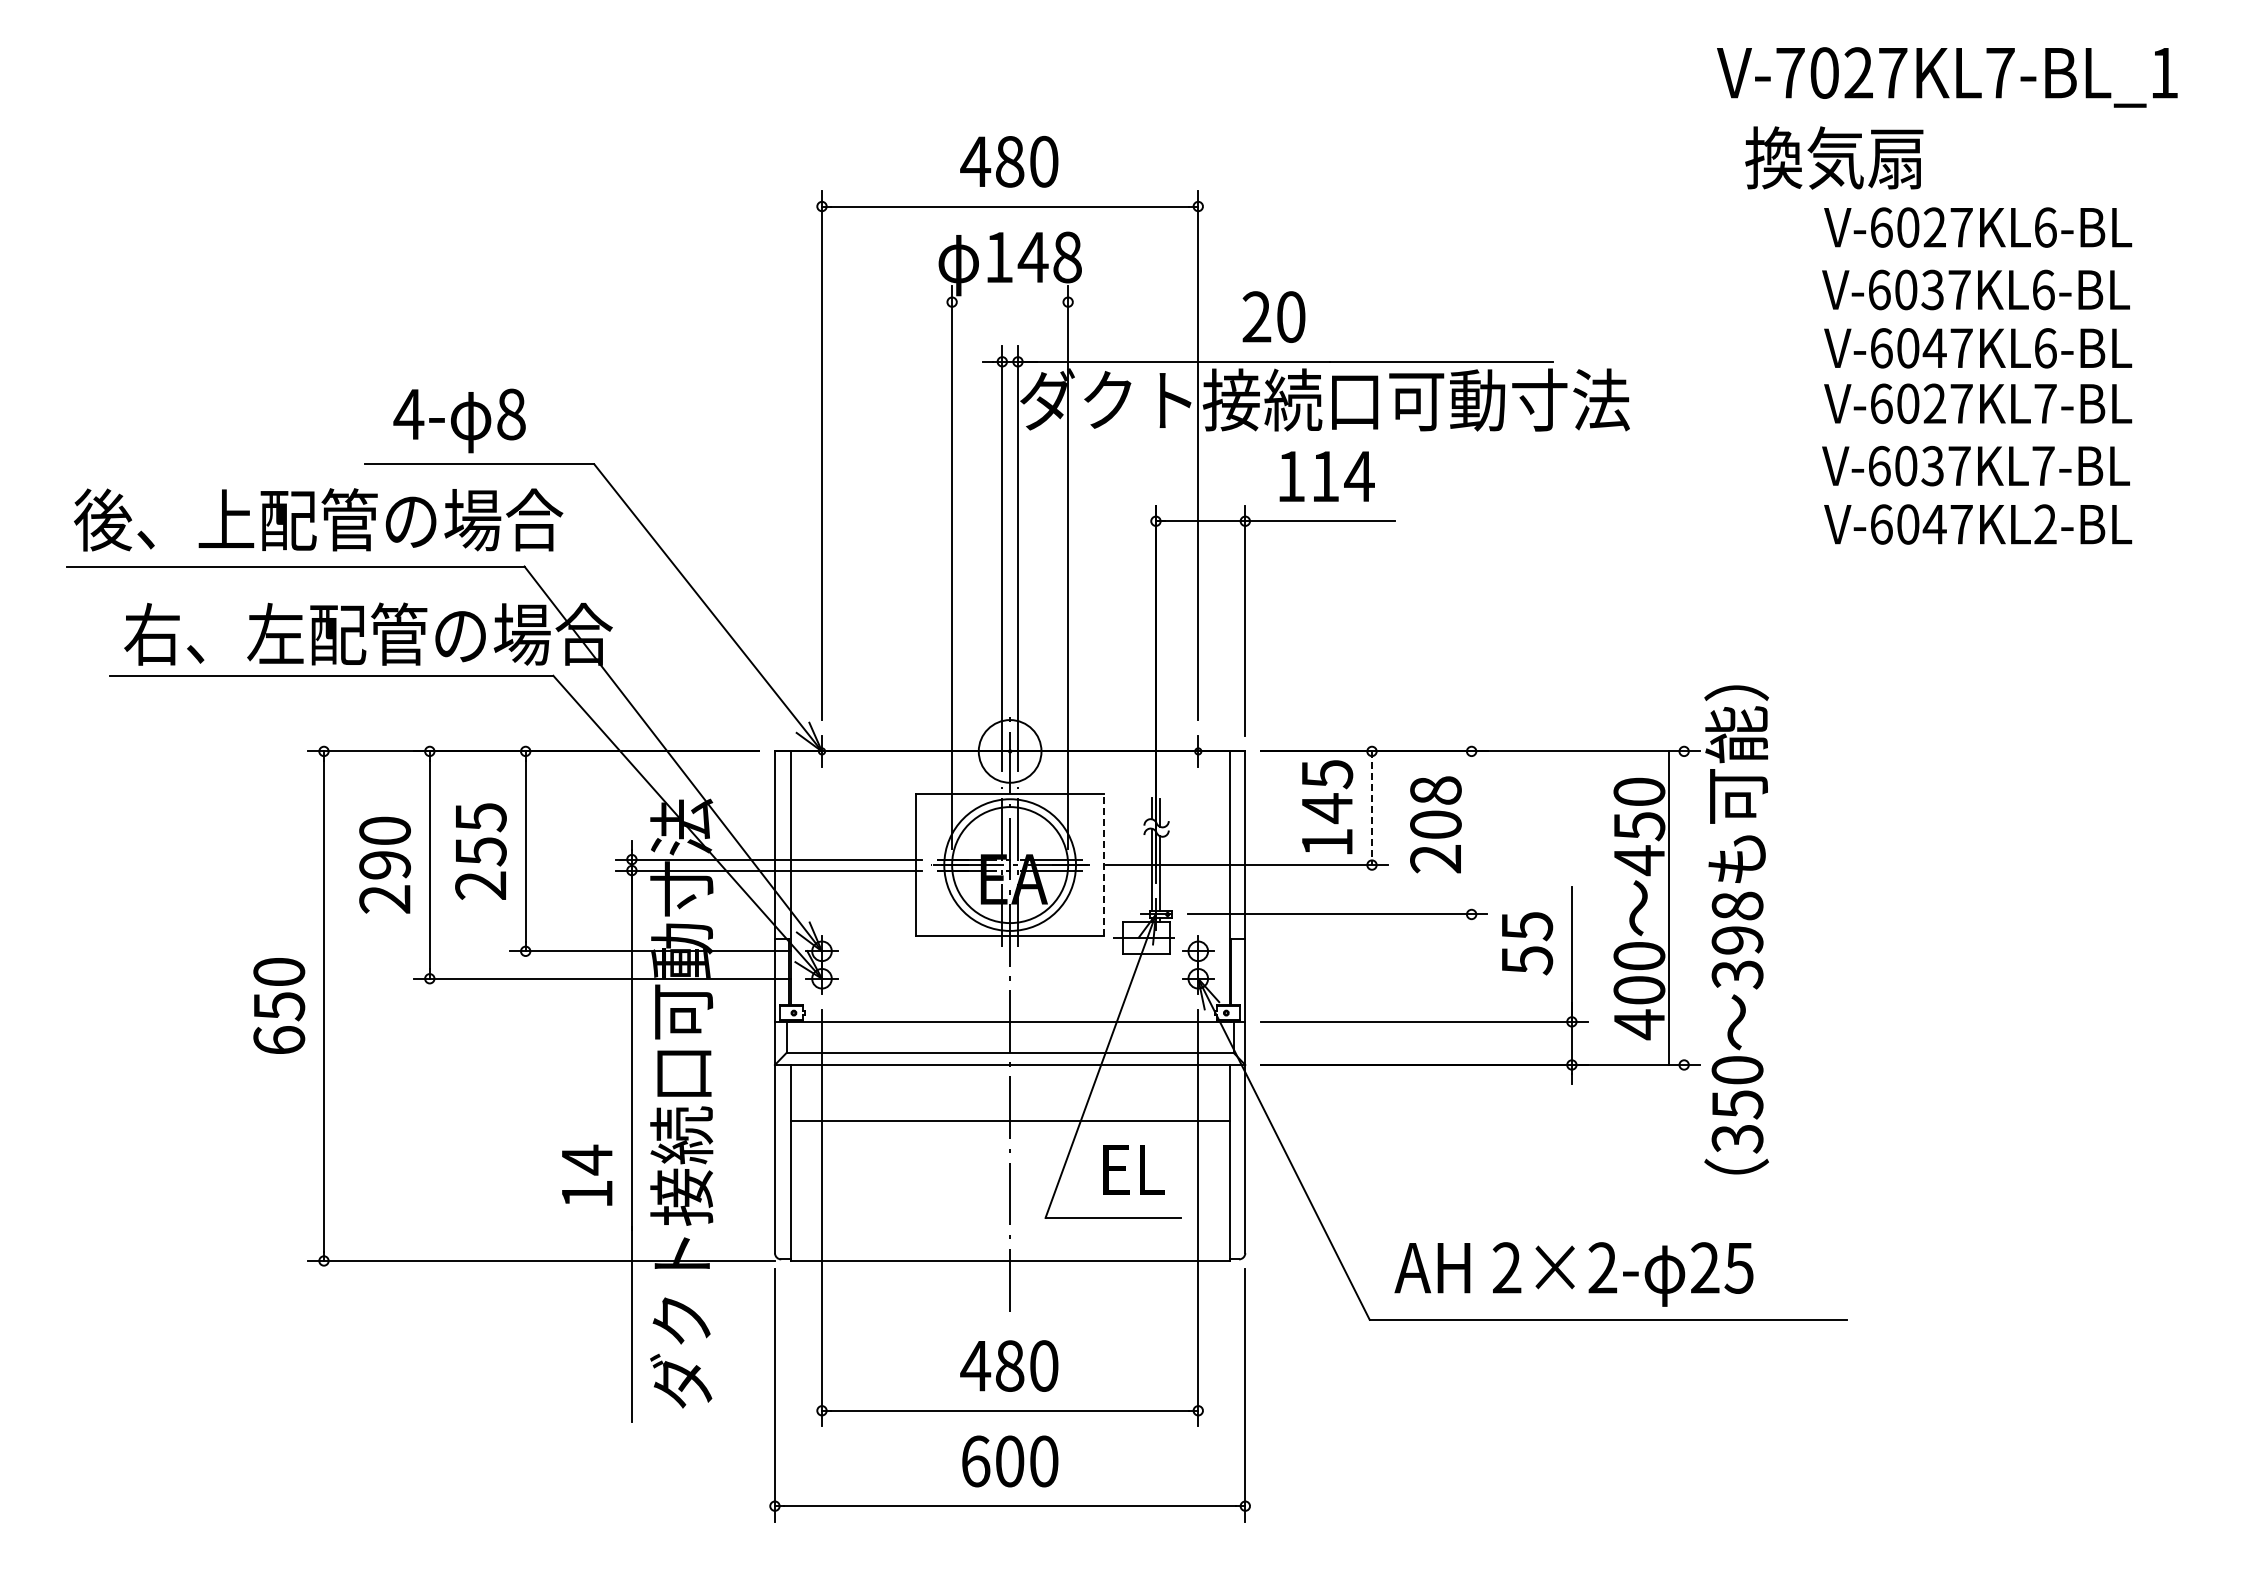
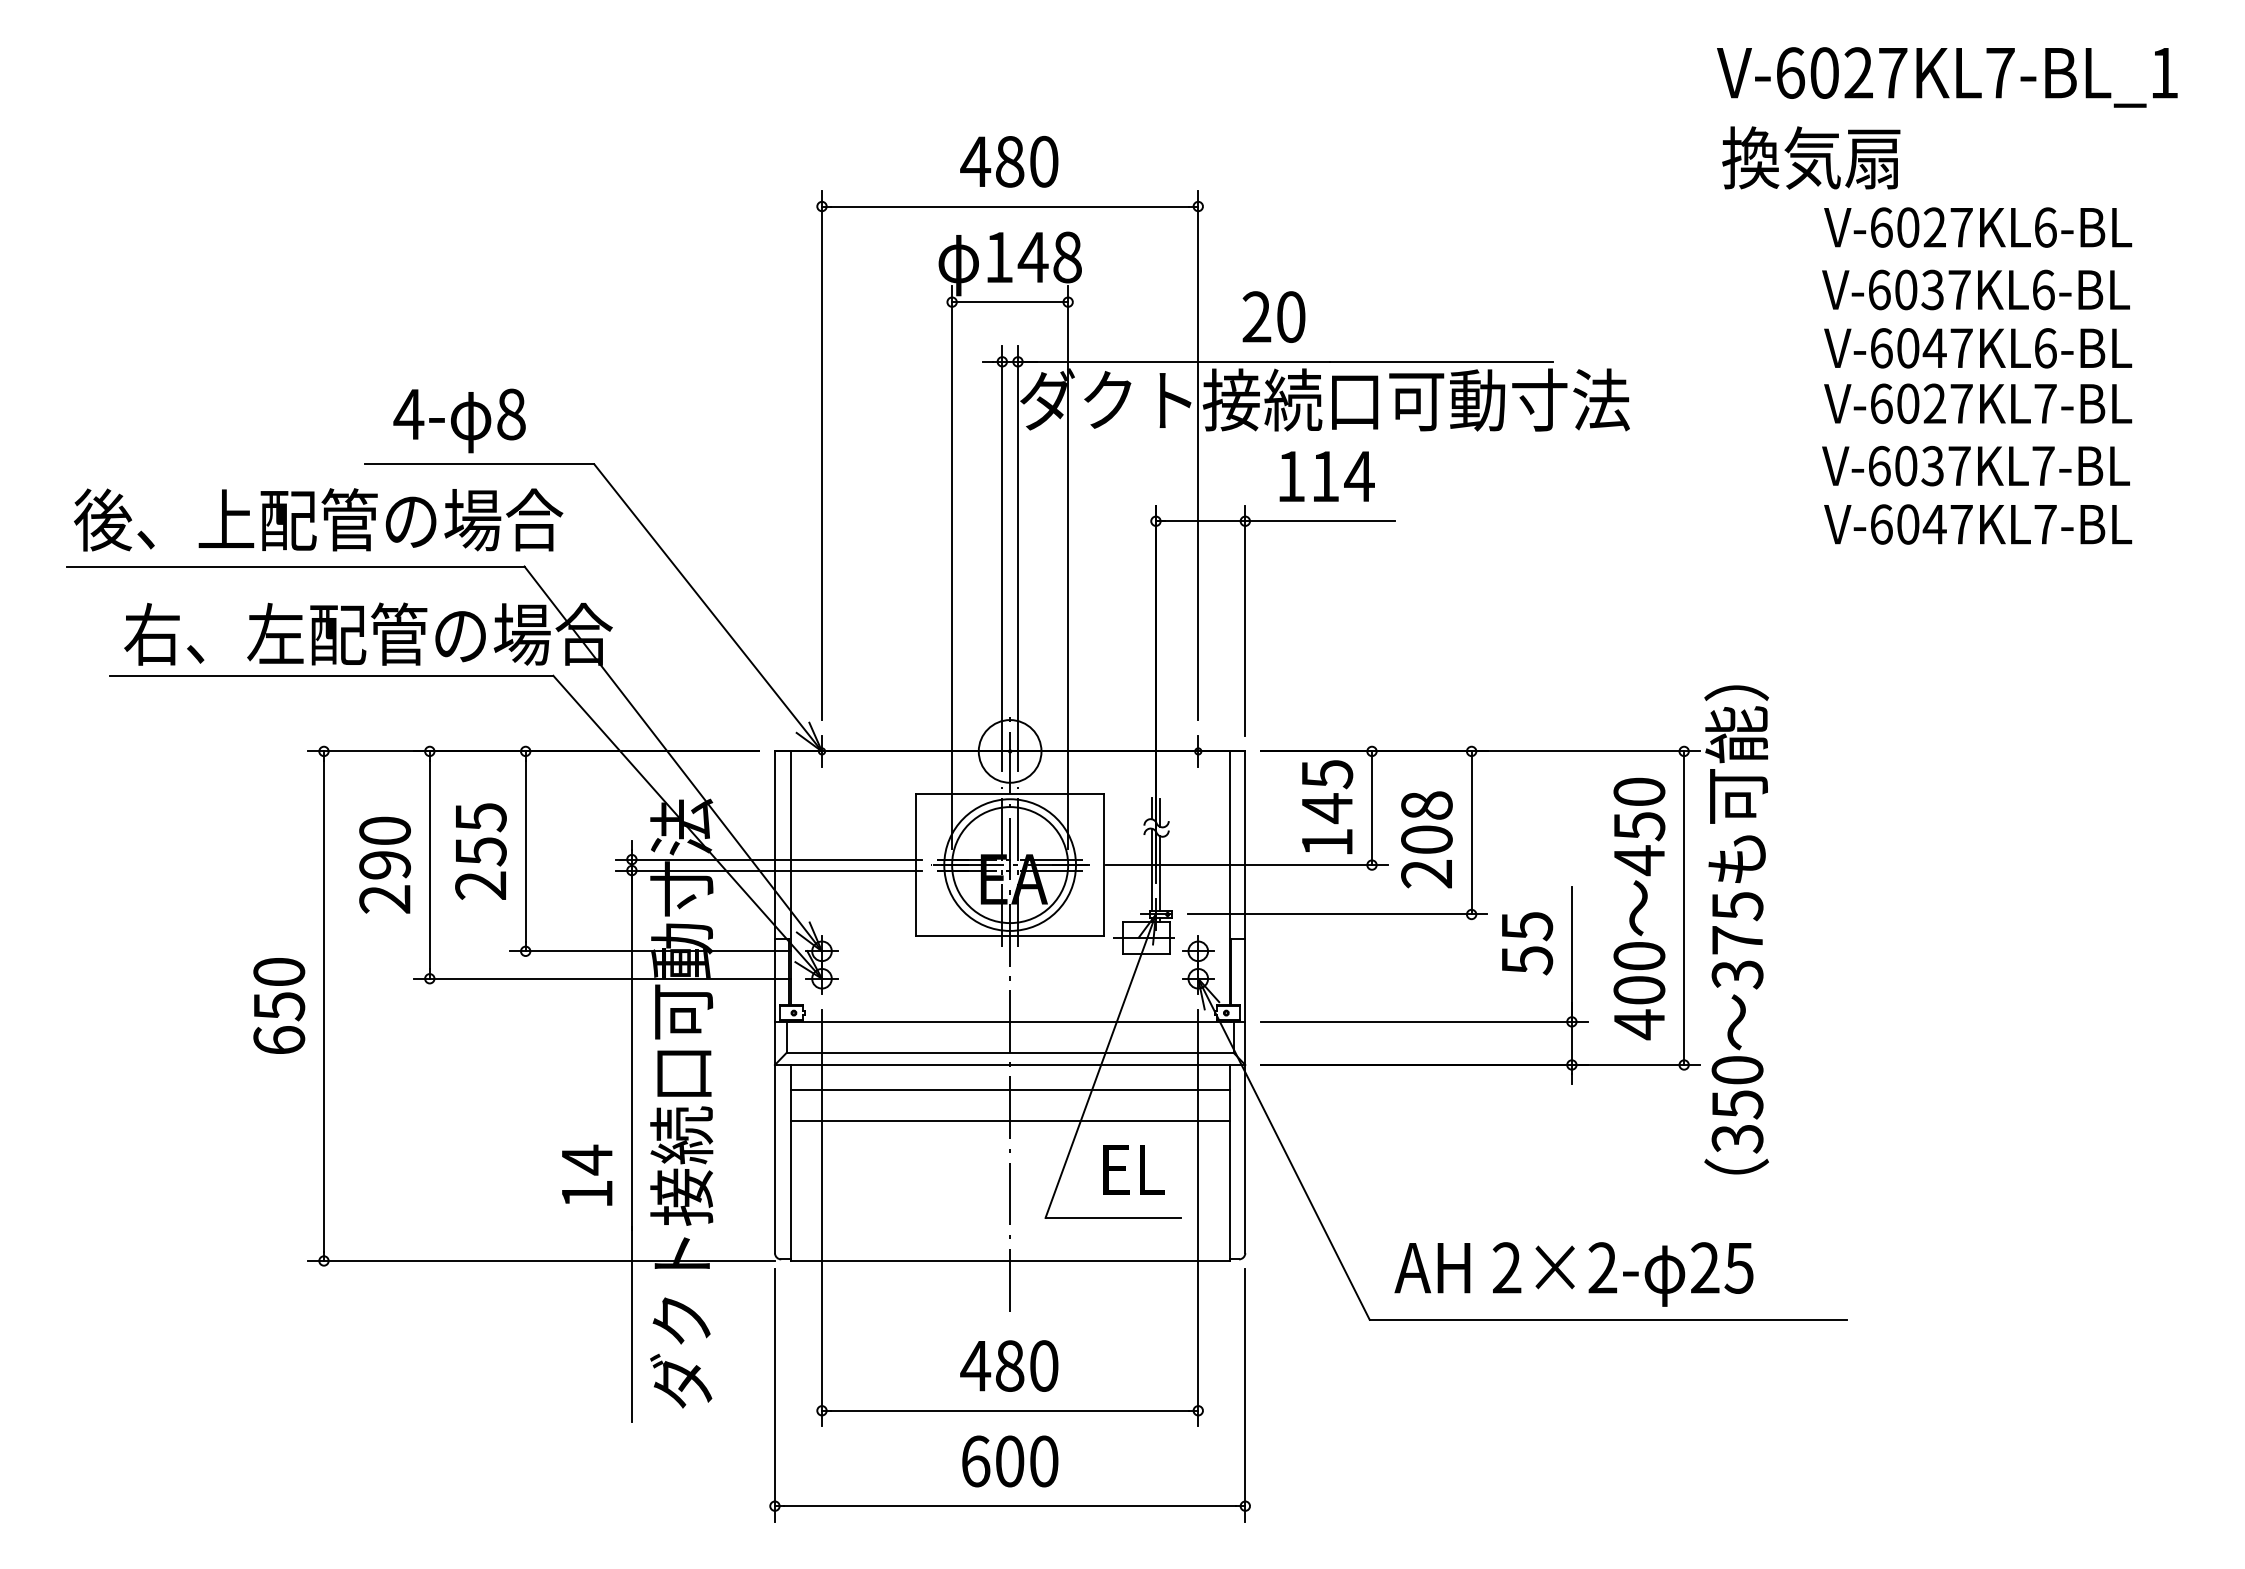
text at (1790, 72): V-7027KL7-BL_1 -> V-6027KL7-BL_1
text at (1834, 157) position: (1834, 157) -> (1811, 157)
line at (1010, 302): none -> present
text at (2045, 524): V-6047KL2-BL -> V-6047KL7-BL
line at (1372, 808): dashed -> solid
text at (1435, 824) position: (1435, 824) -> (1426, 839)
line at (1471, 832): none -> present
line at (1104, 864): dashed -> solid
line at (1669, 907) position: (1669, 907) -> (1684, 907)
text at (1737, 922): 398 -> 375
line at (1009, 1090): none -> present
